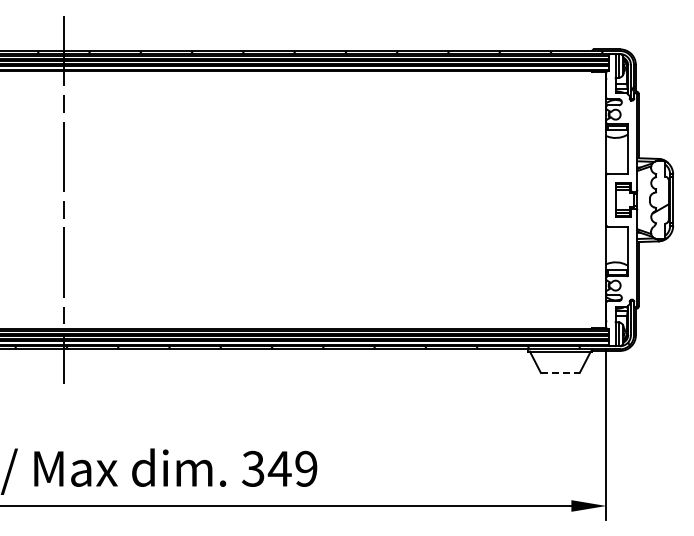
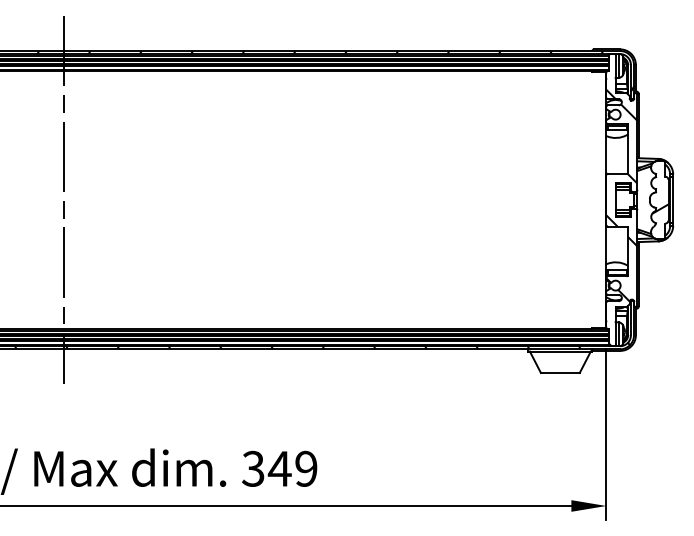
hatch at (621, 217): none -> present
line at (560, 372): dashed -> solid
